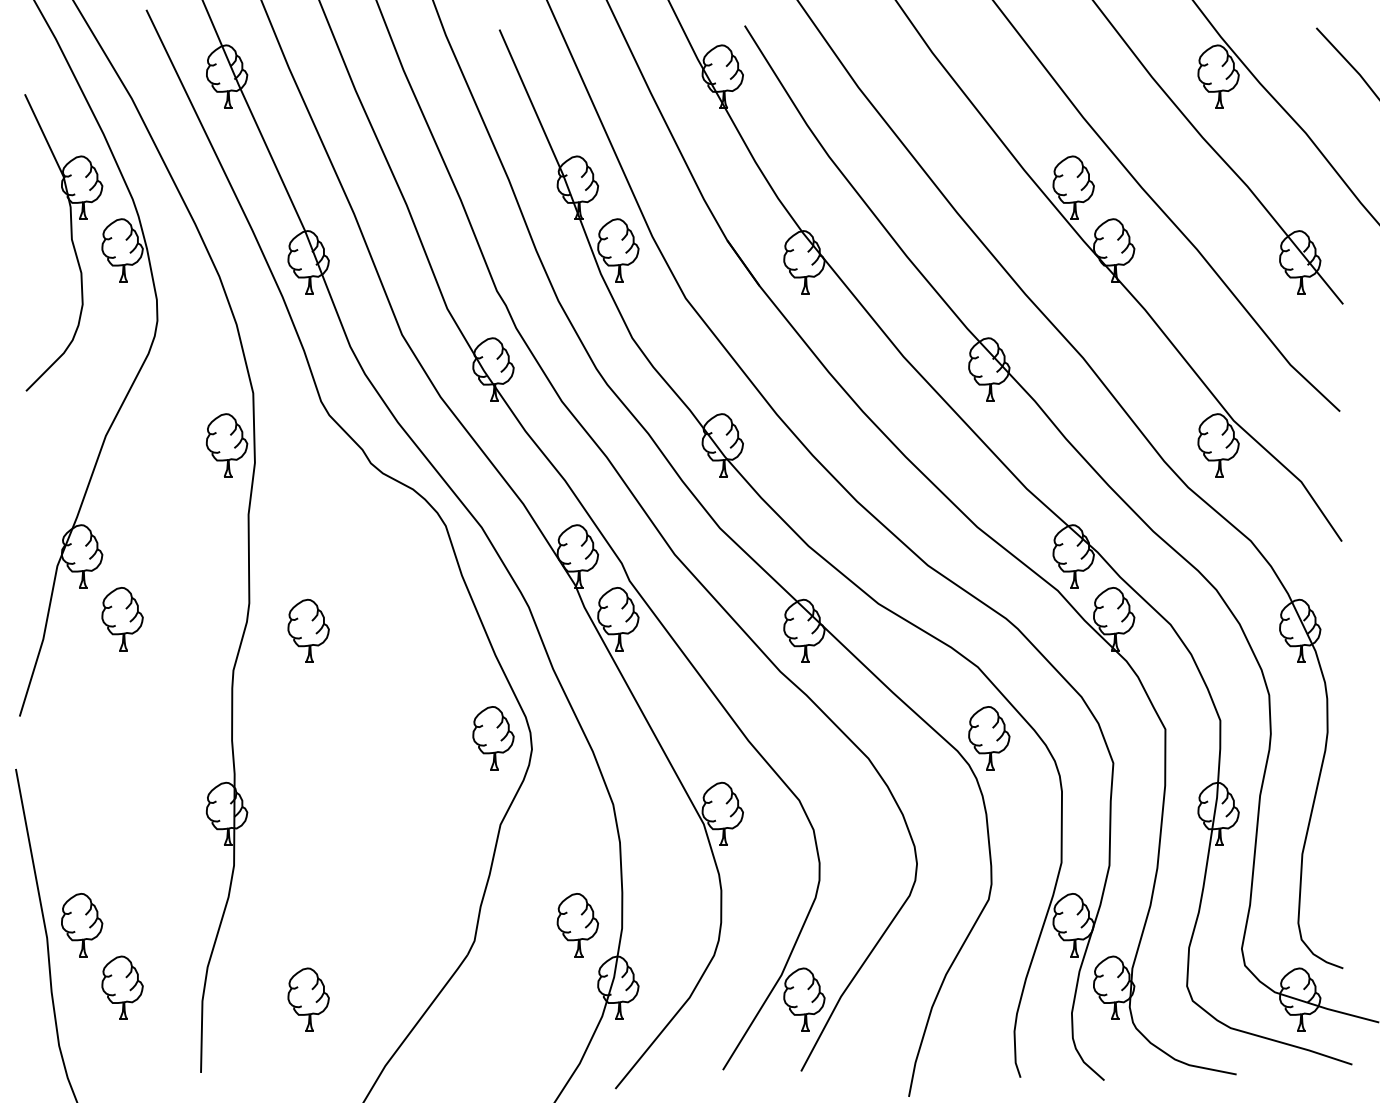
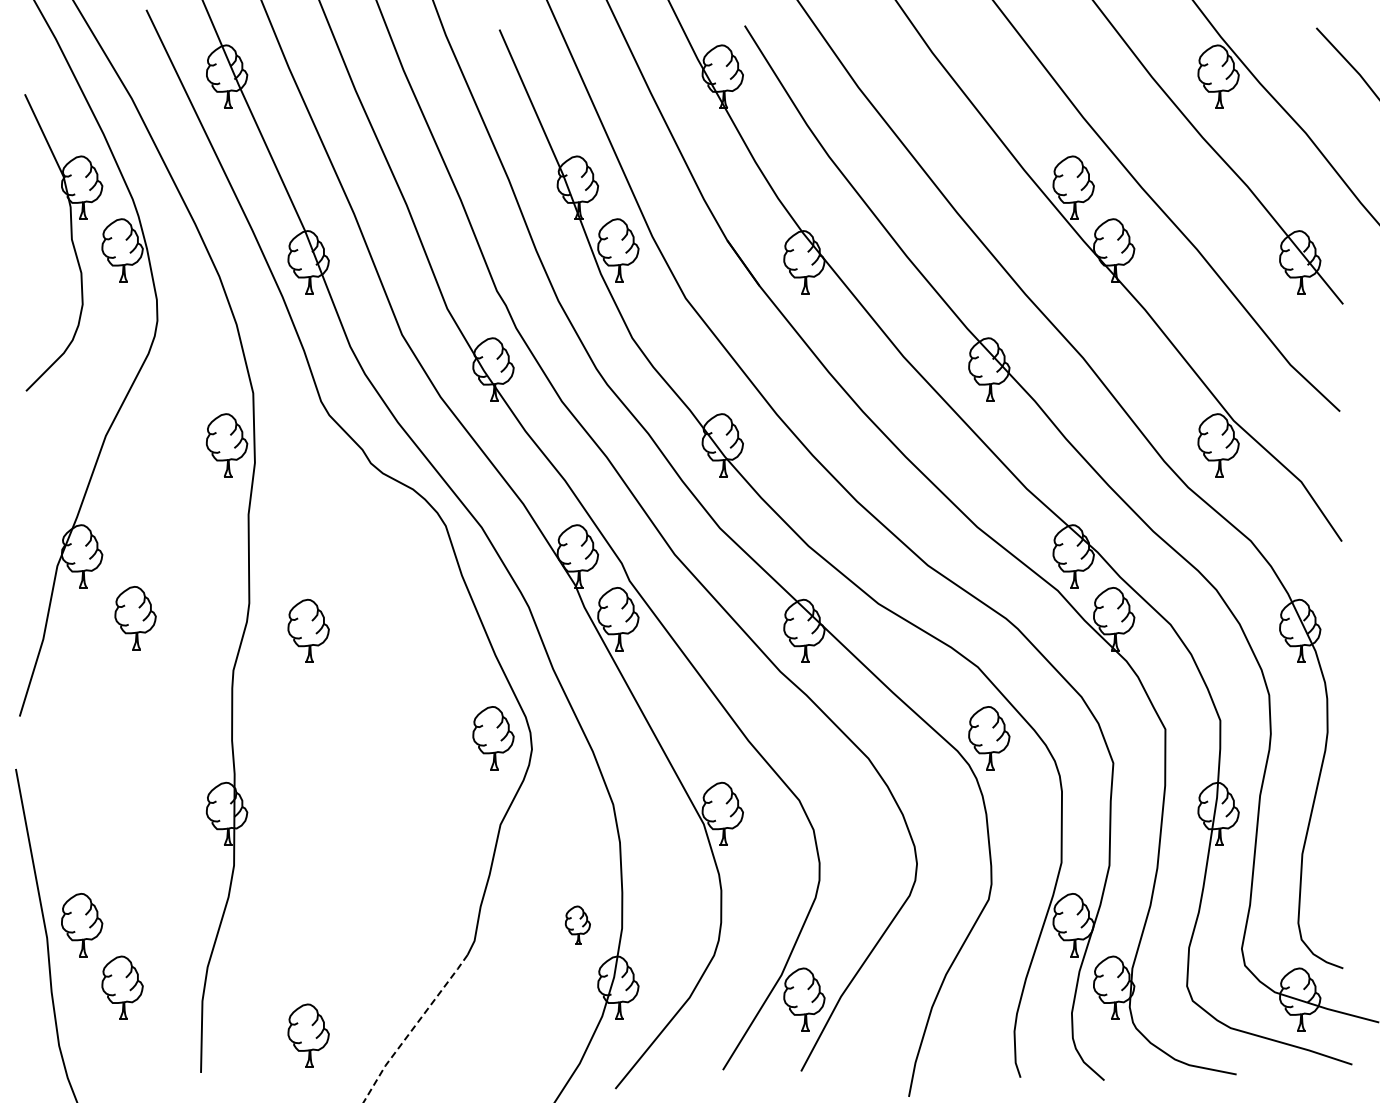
part at (122, 619) position: (122, 619) -> (135, 618)
part at (577, 925) size: 44x65 px -> 27x40 px
part at (308, 999) position: (308, 999) -> (308, 1035)
line at (413, 1027): solid -> dashed
